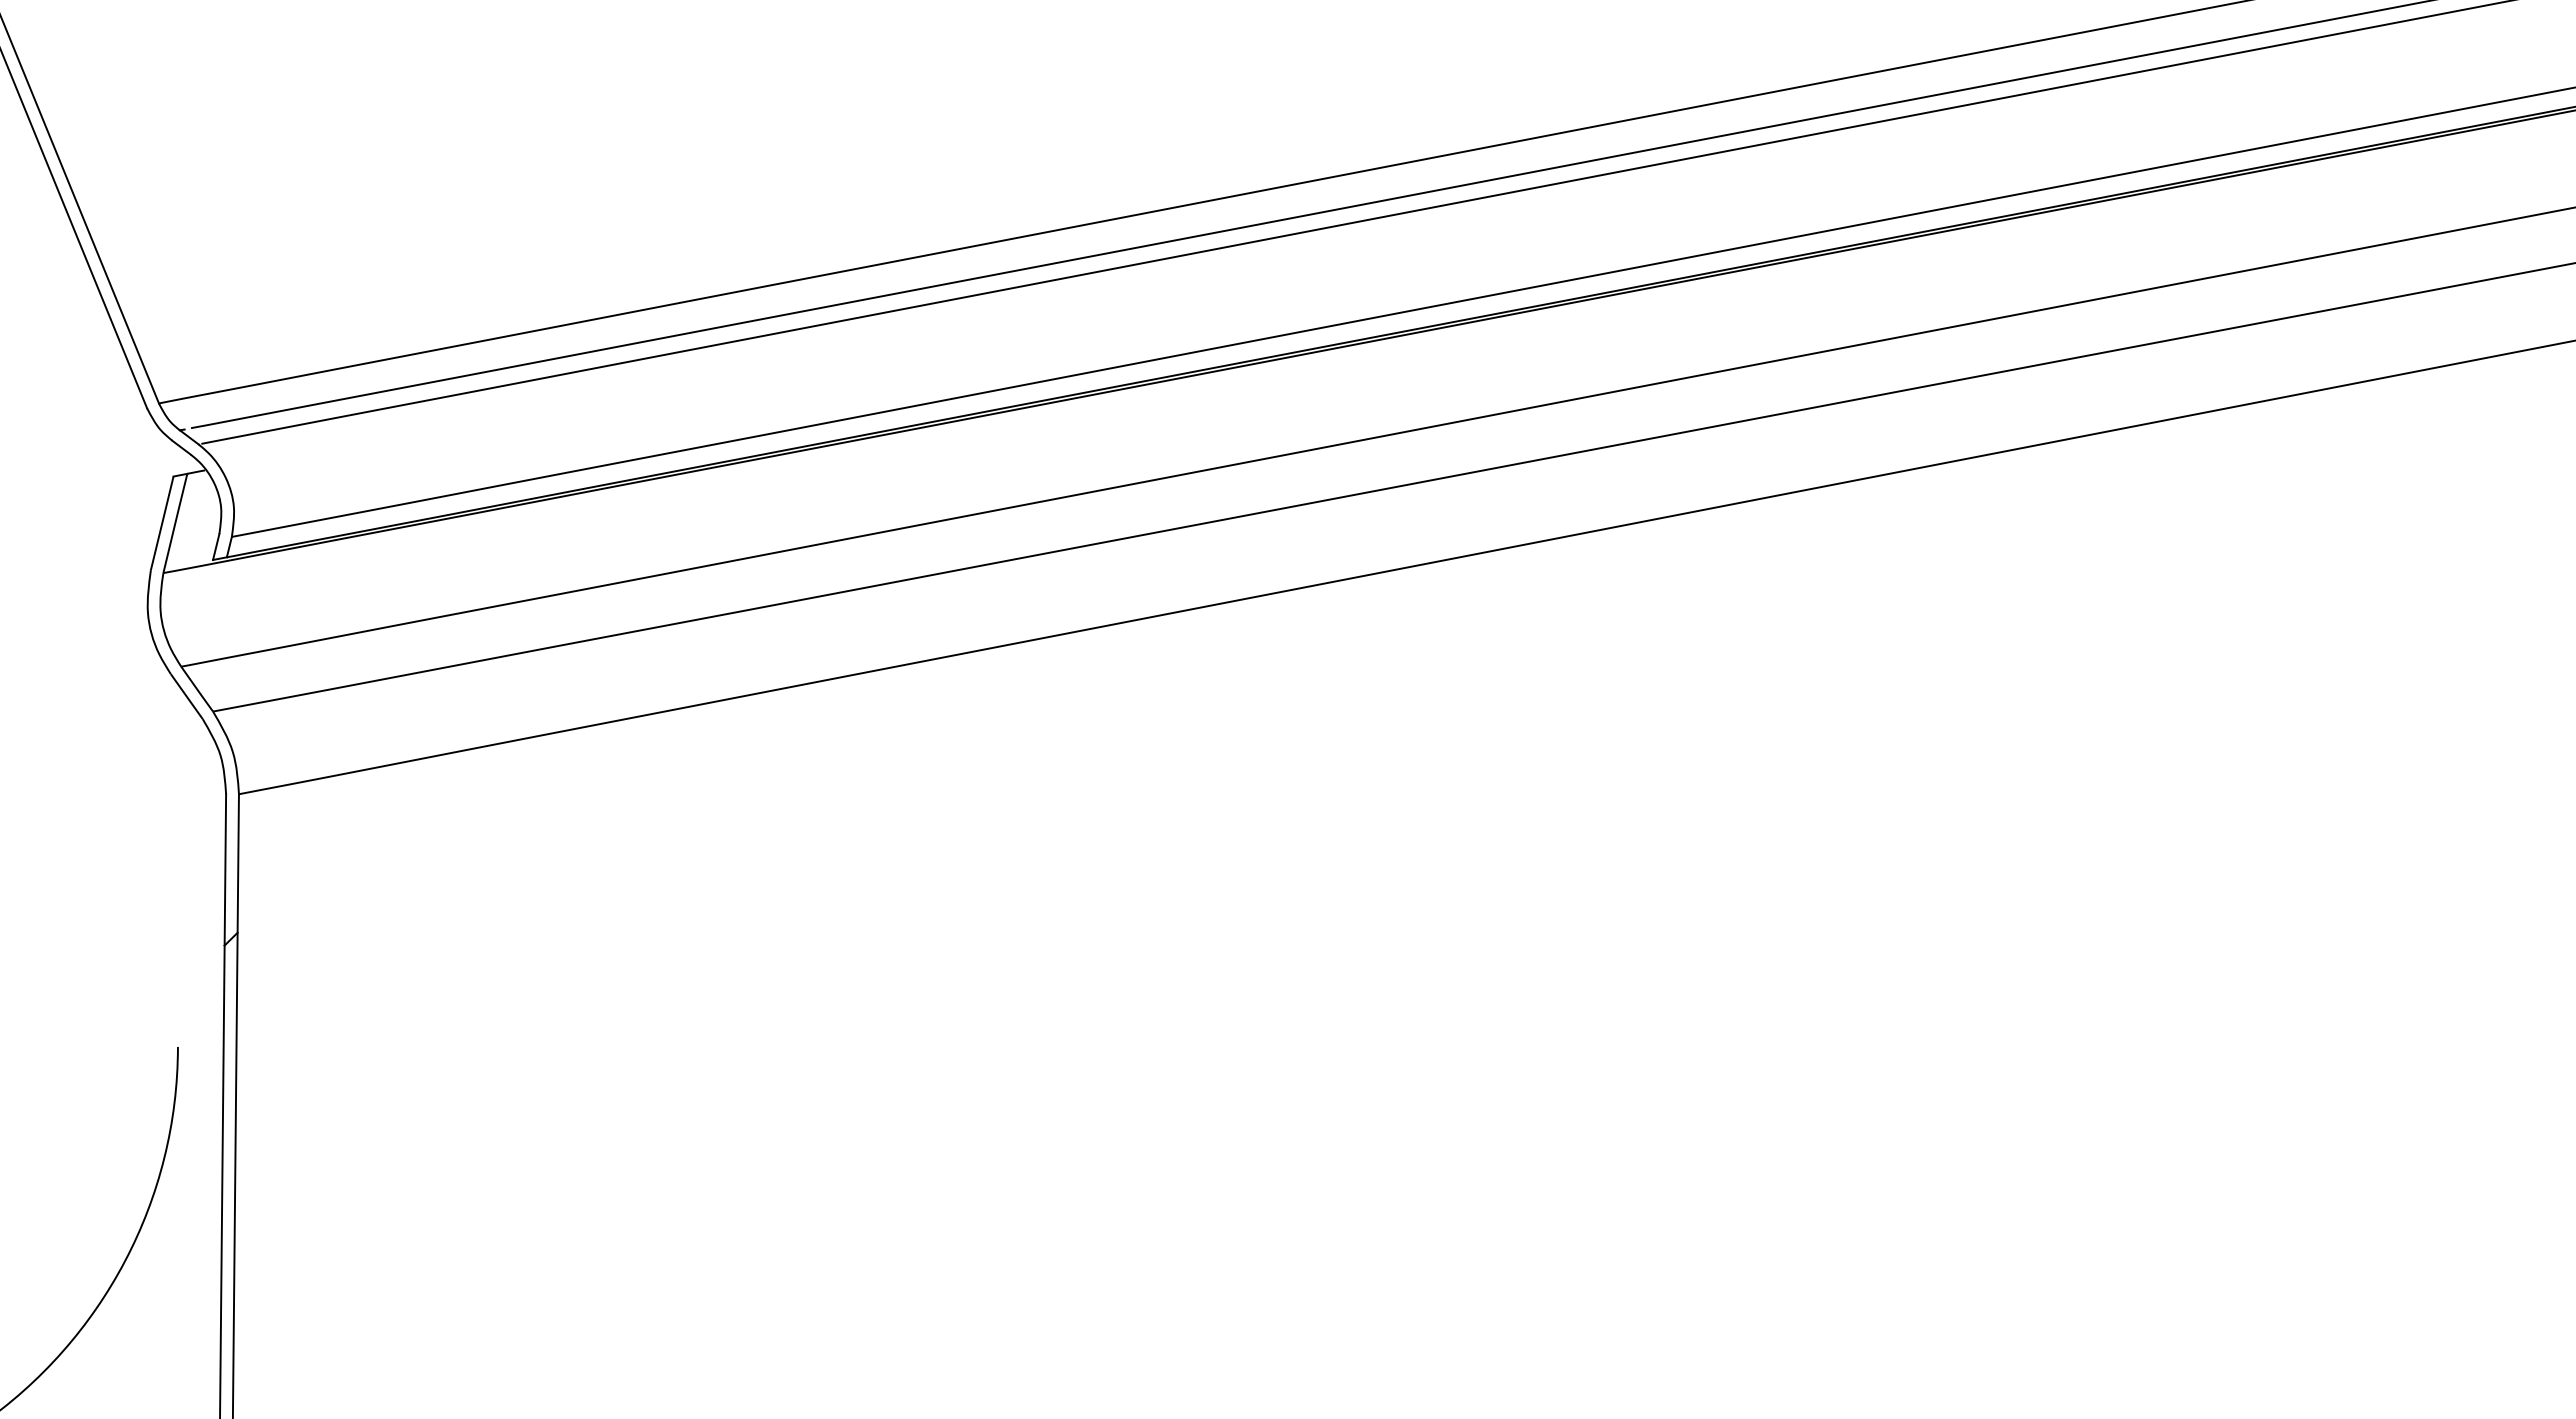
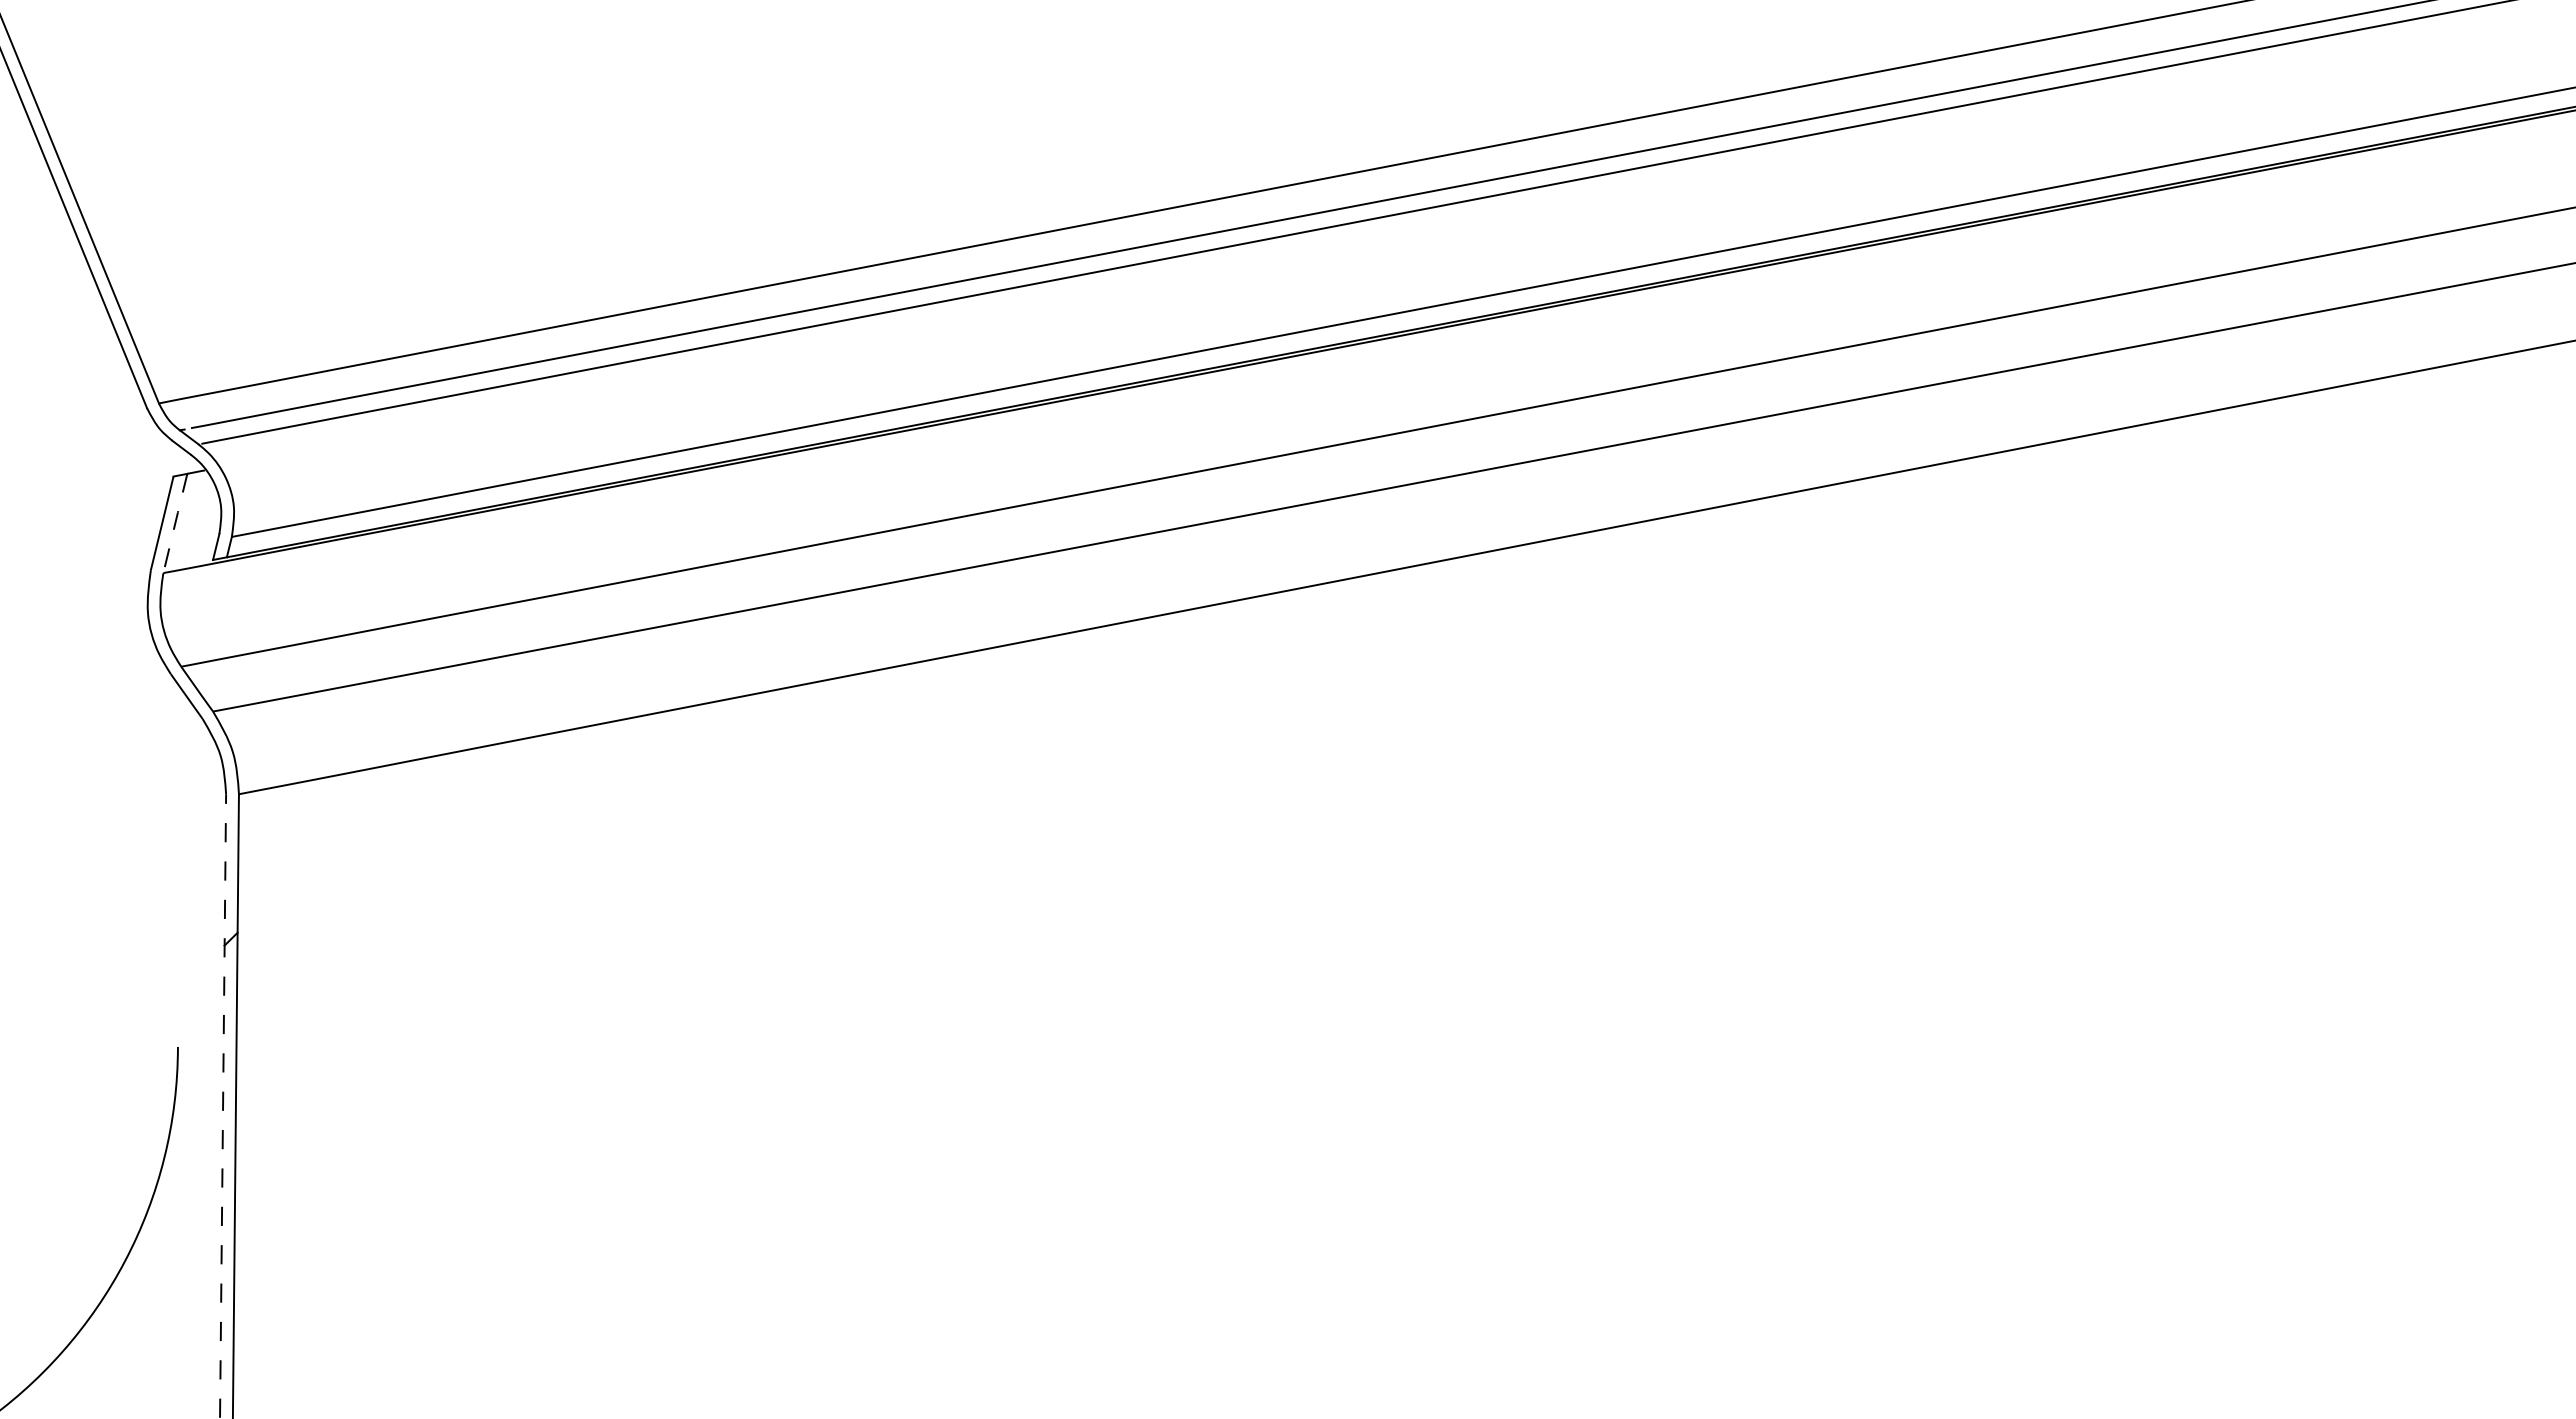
line at (175, 523): solid -> dashed
line at (223, 1105): solid -> dashed
